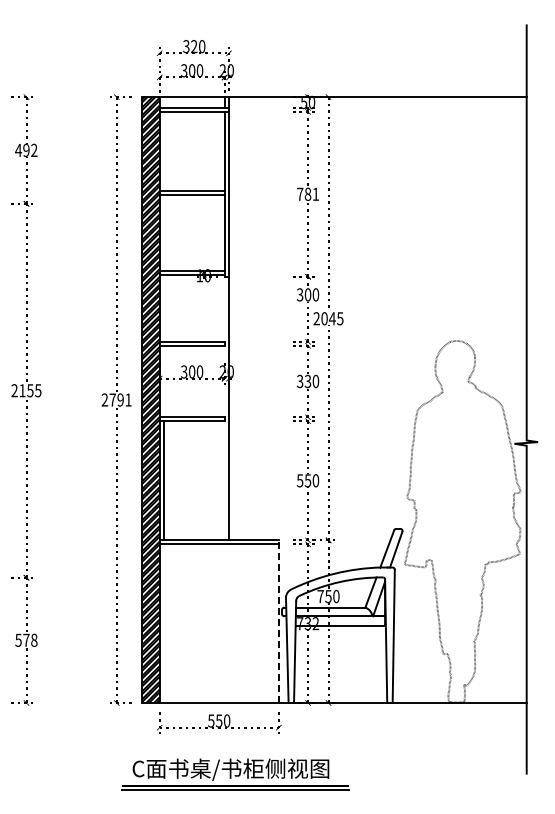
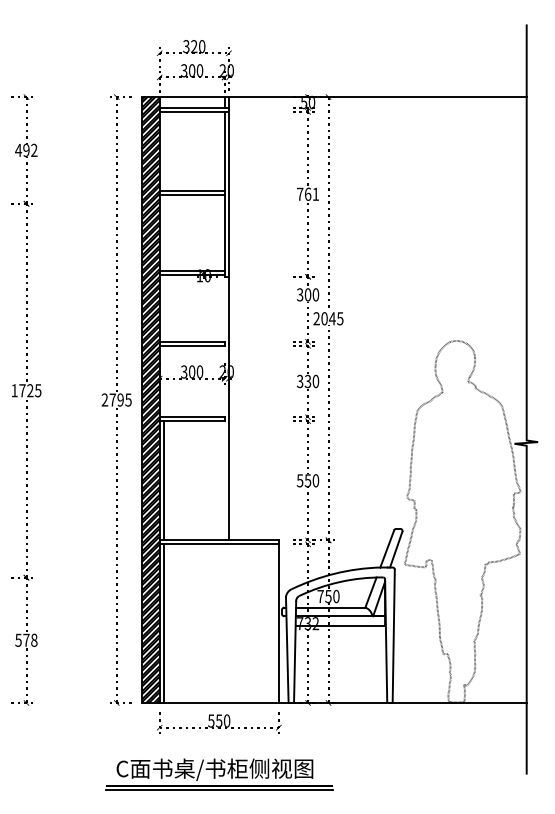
text at (307, 193): 781 -> 761
text at (22, 390): 2155 -> 1725
text at (128, 399): 2791 -> 2795
line at (278, 621): dashed -> solid
line at (163, 623): none -> present
part at (235, 774) position: (235, 774) -> (219, 774)
